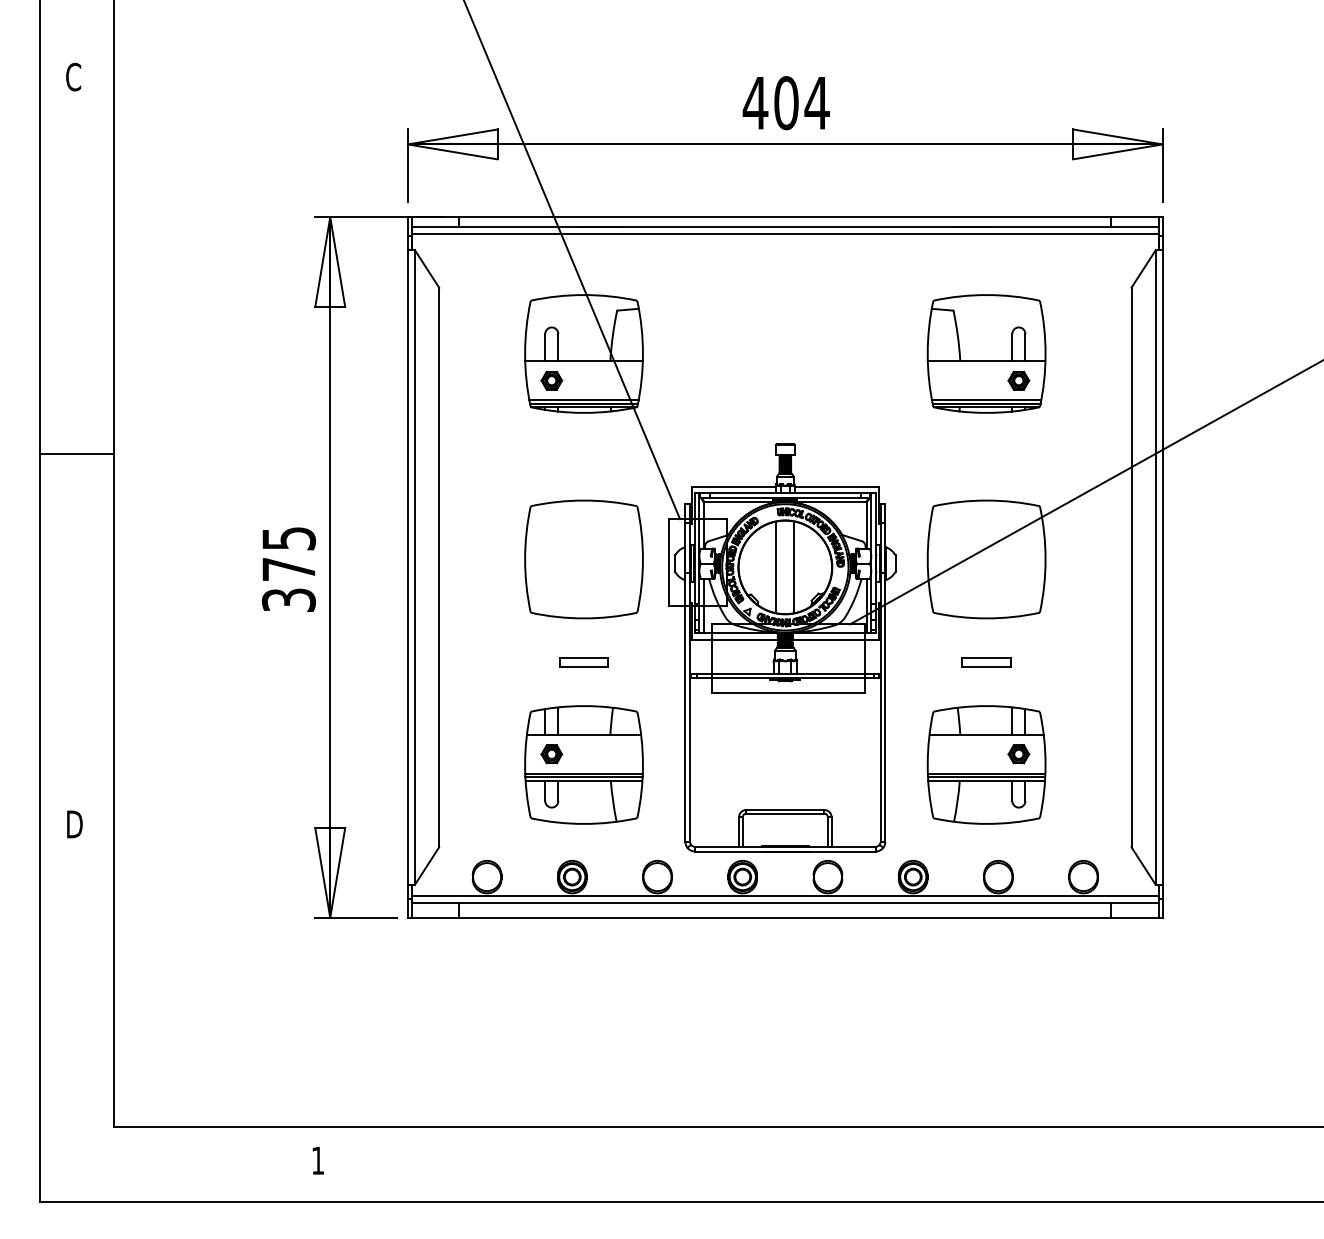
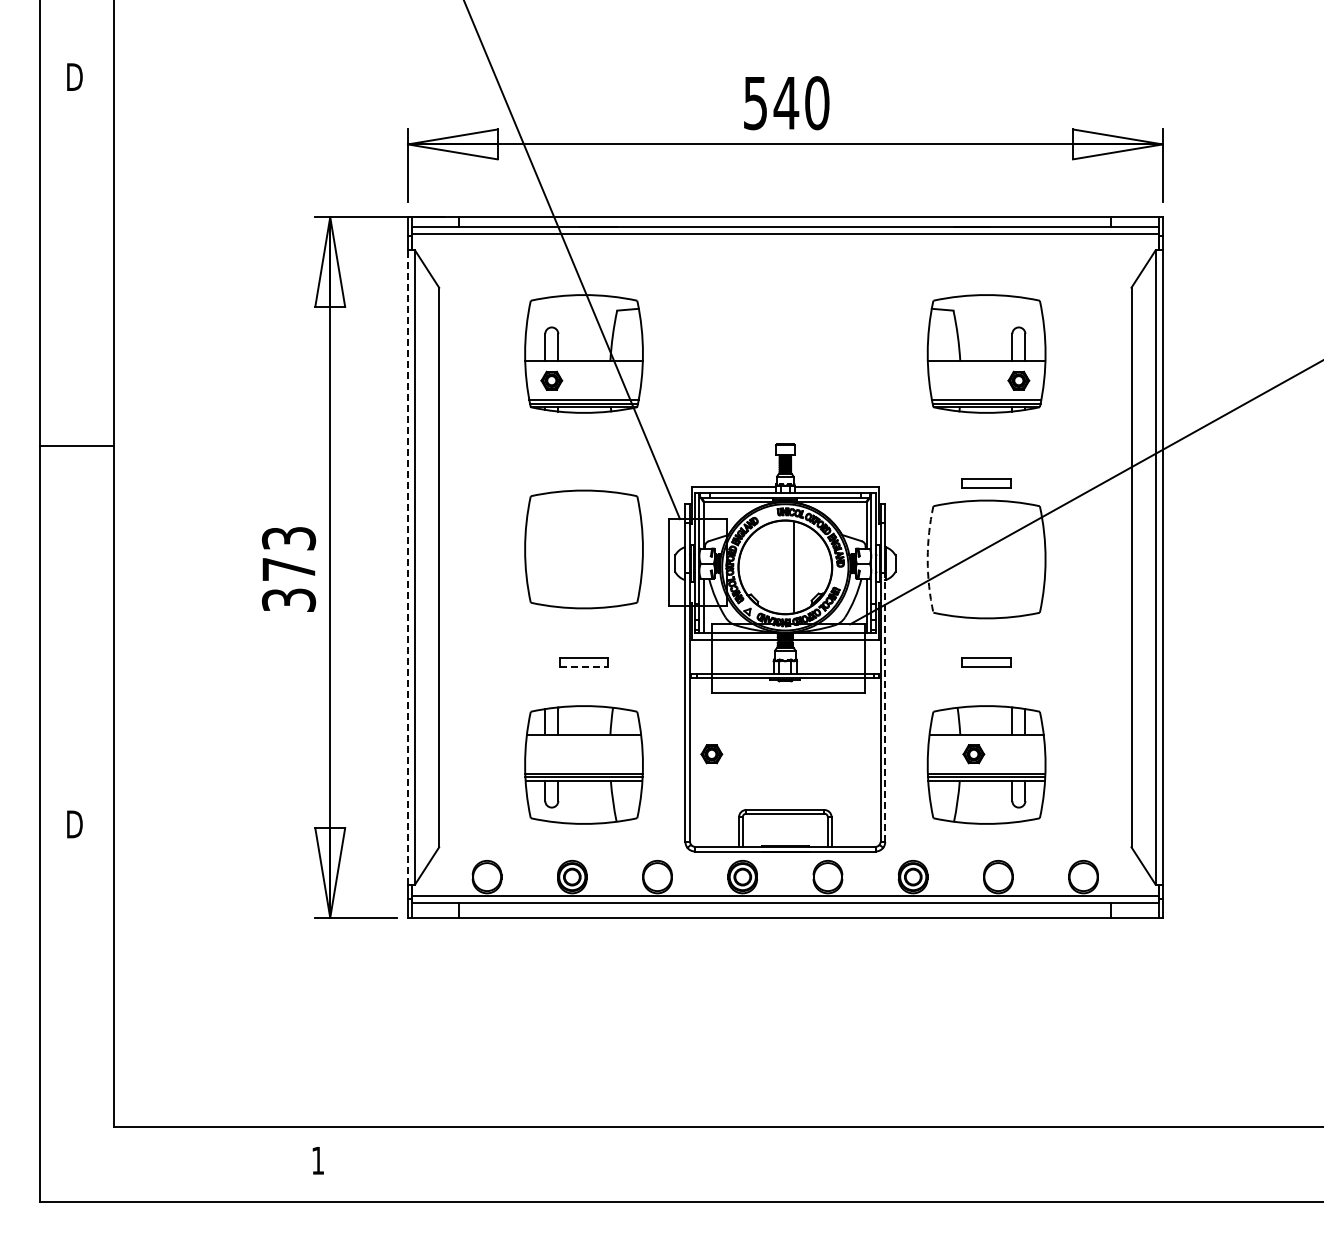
text at (74, 76): C -> D
text at (785, 103): 404 -> 540
line at (76, 454) position: (76, 454) -> (76, 446)
part at (986, 483): none -> present
text at (288, 538): 375 -> 373
part at (583, 559) position: (583, 559) -> (583, 549)
arc at (927, 559): solid -> dashed
line at (407, 567): solid -> dashed
line at (776, 567): present -> none
line at (584, 666): solid -> dashed
line at (885, 707): solid -> dashed
part at (551, 754) position: (551, 754) -> (711, 754)
part at (1018, 754) position: (1018, 754) -> (973, 754)
